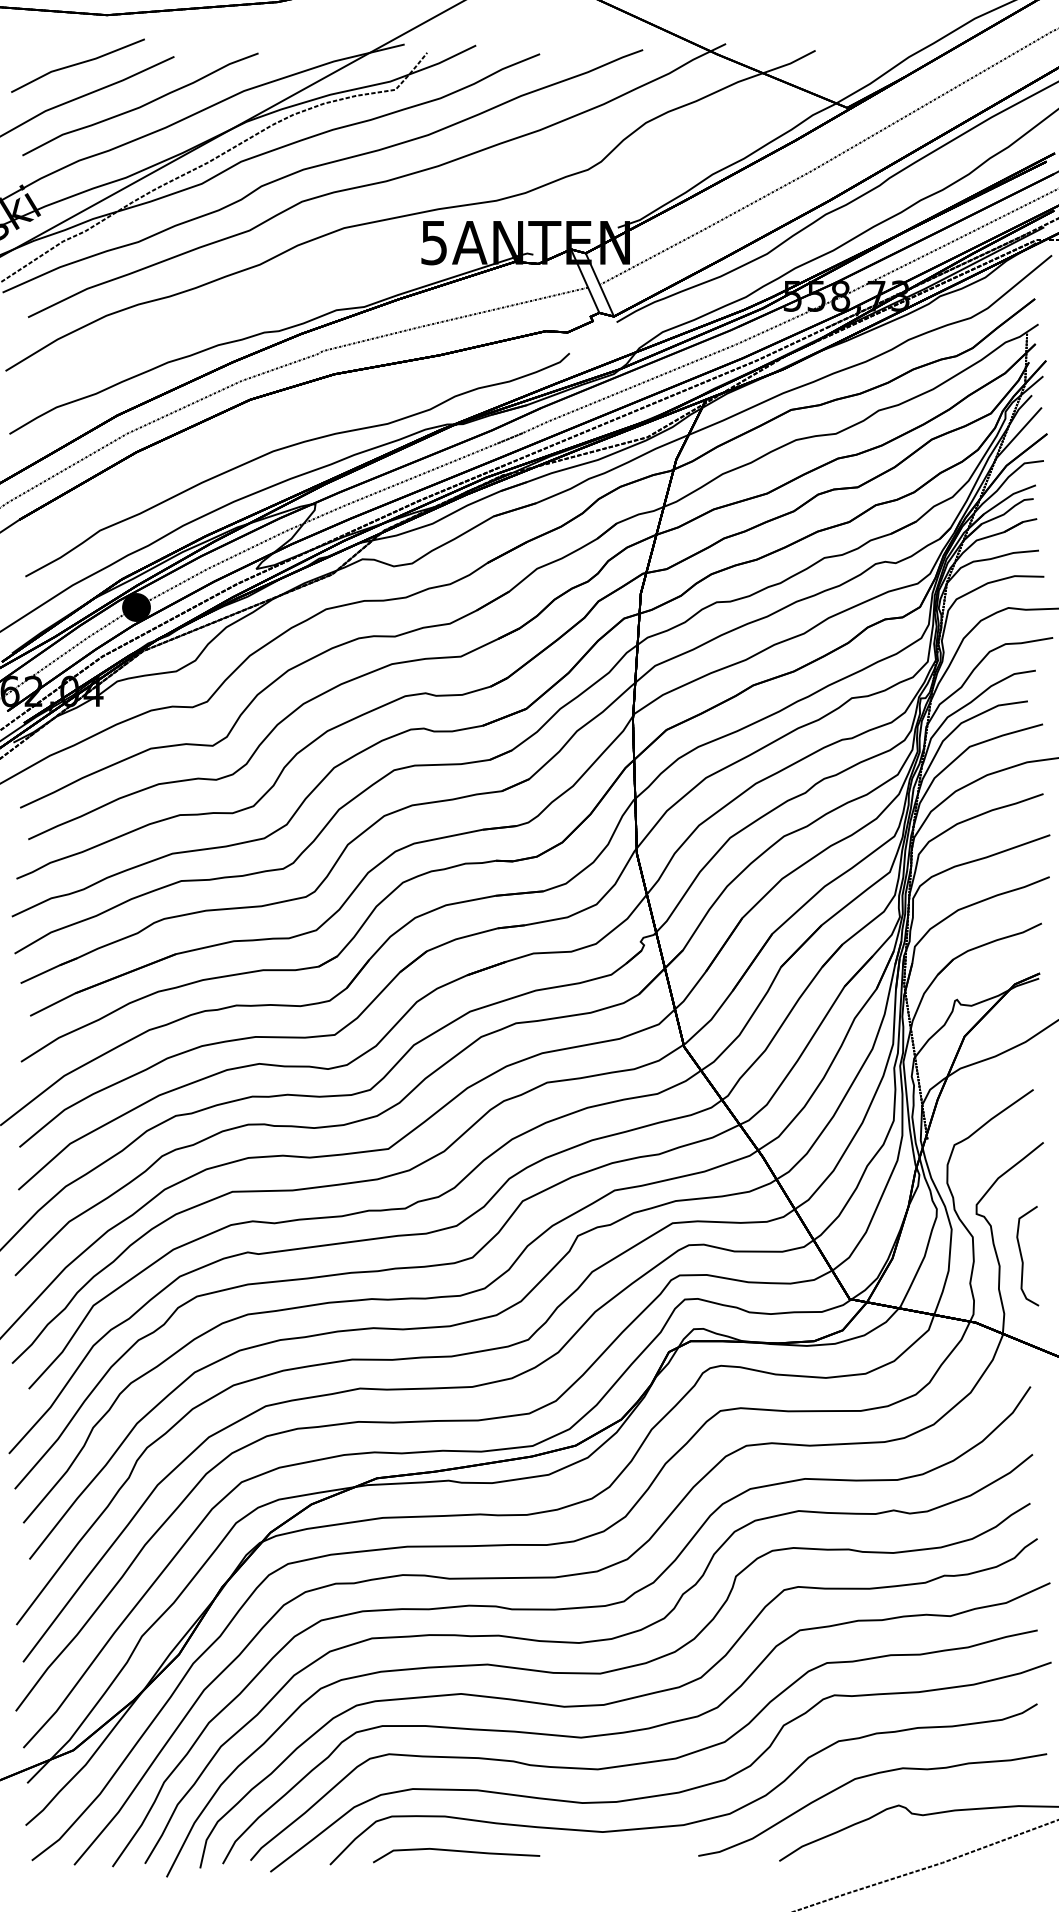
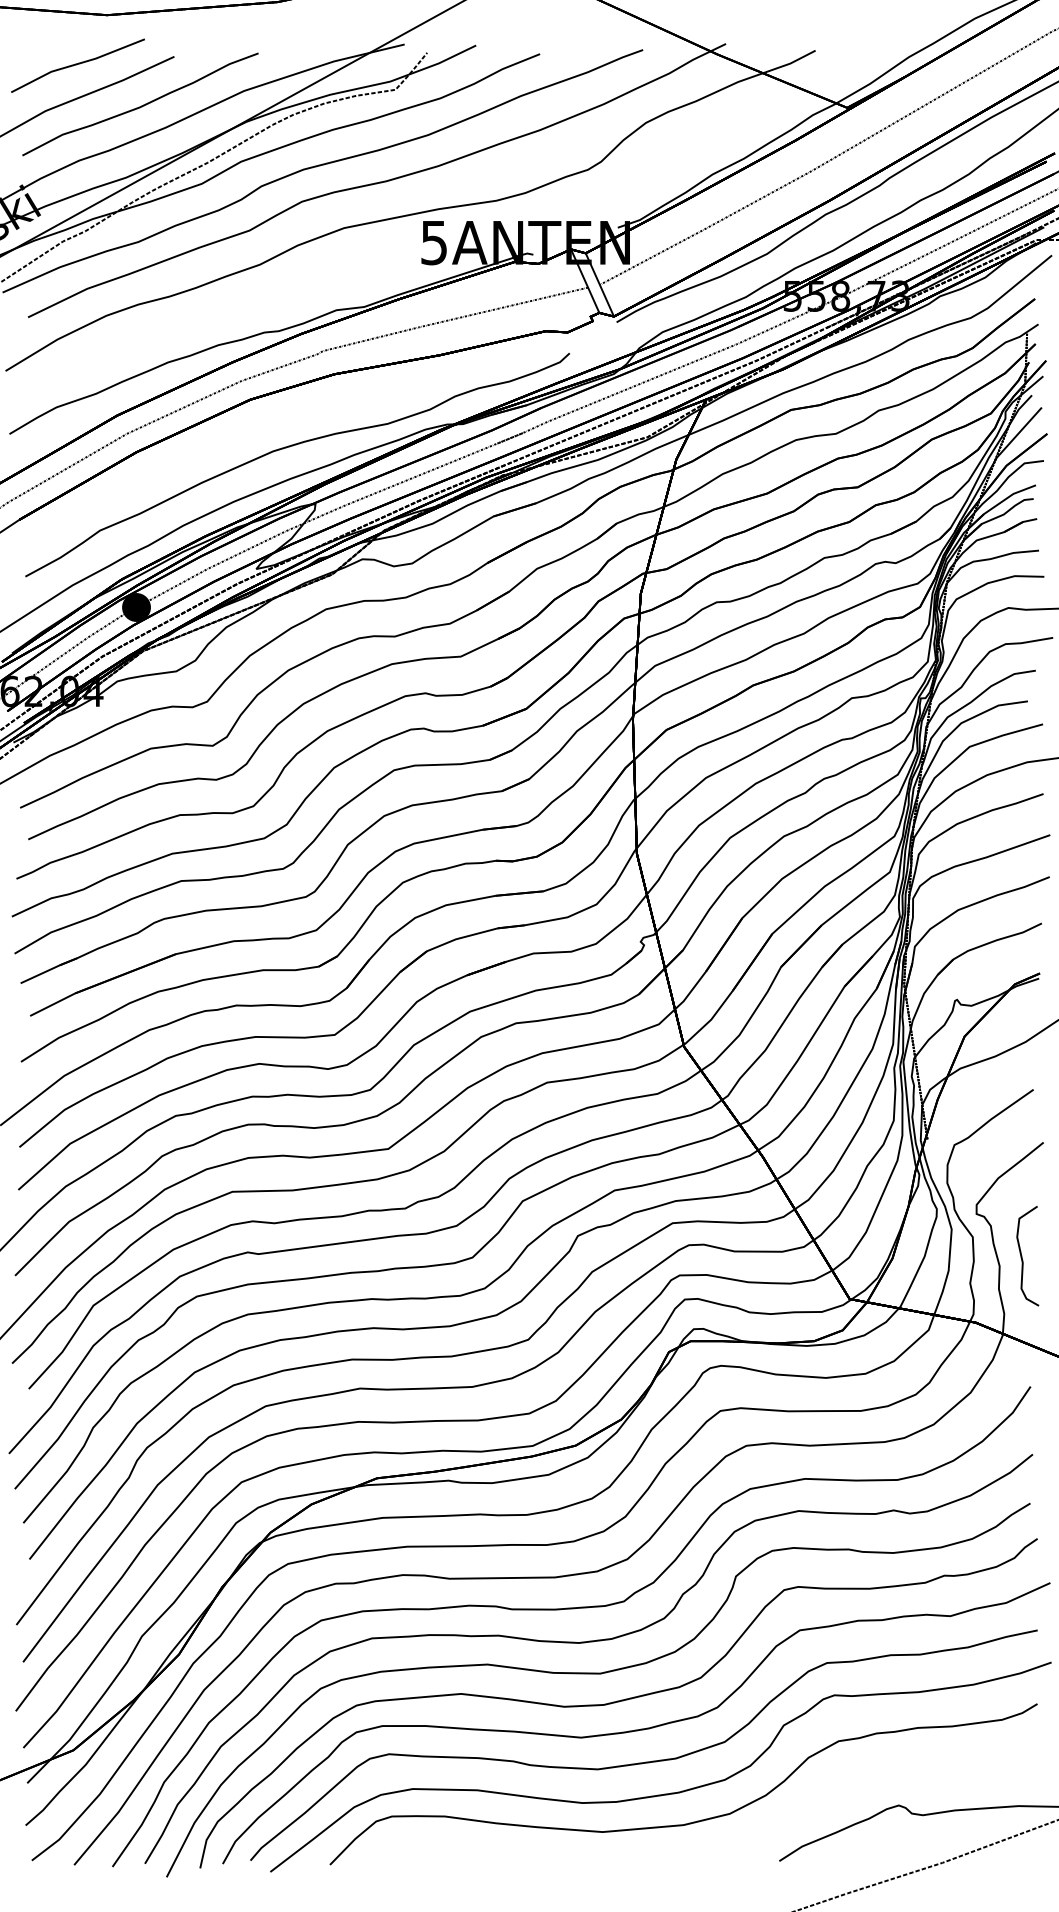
curve at (865, 1777): present -> none
line at (456, 1851): present -> none
